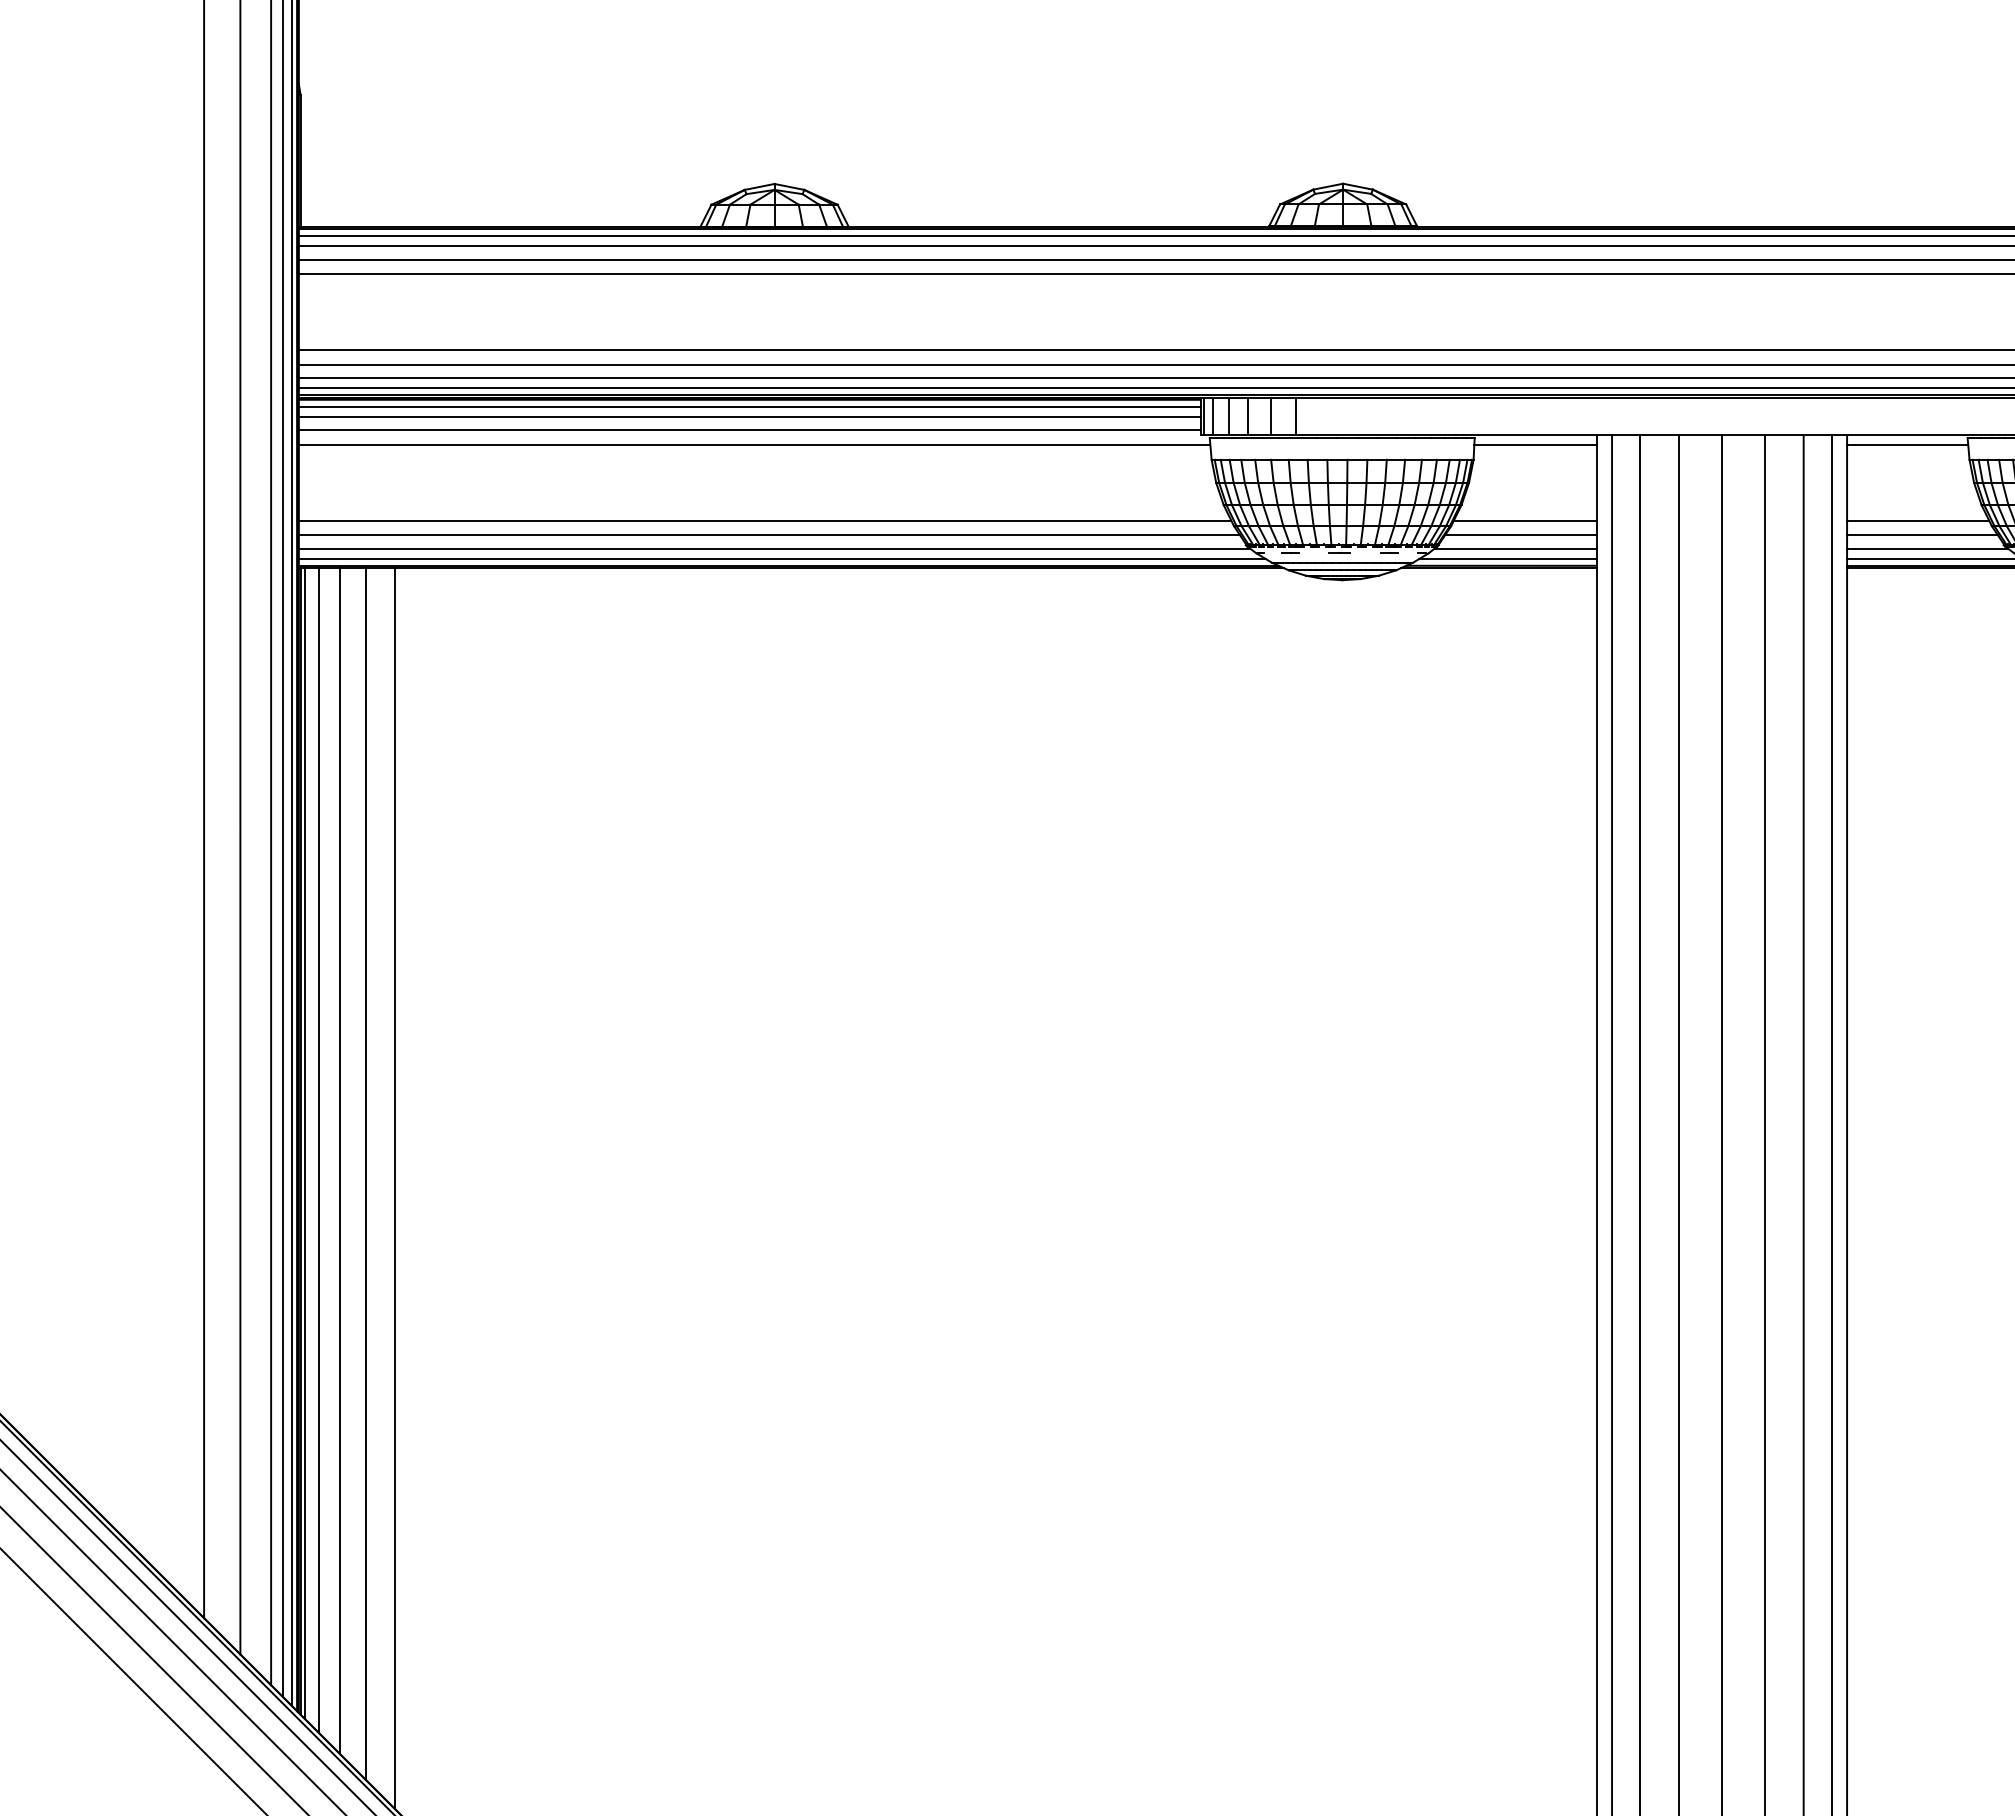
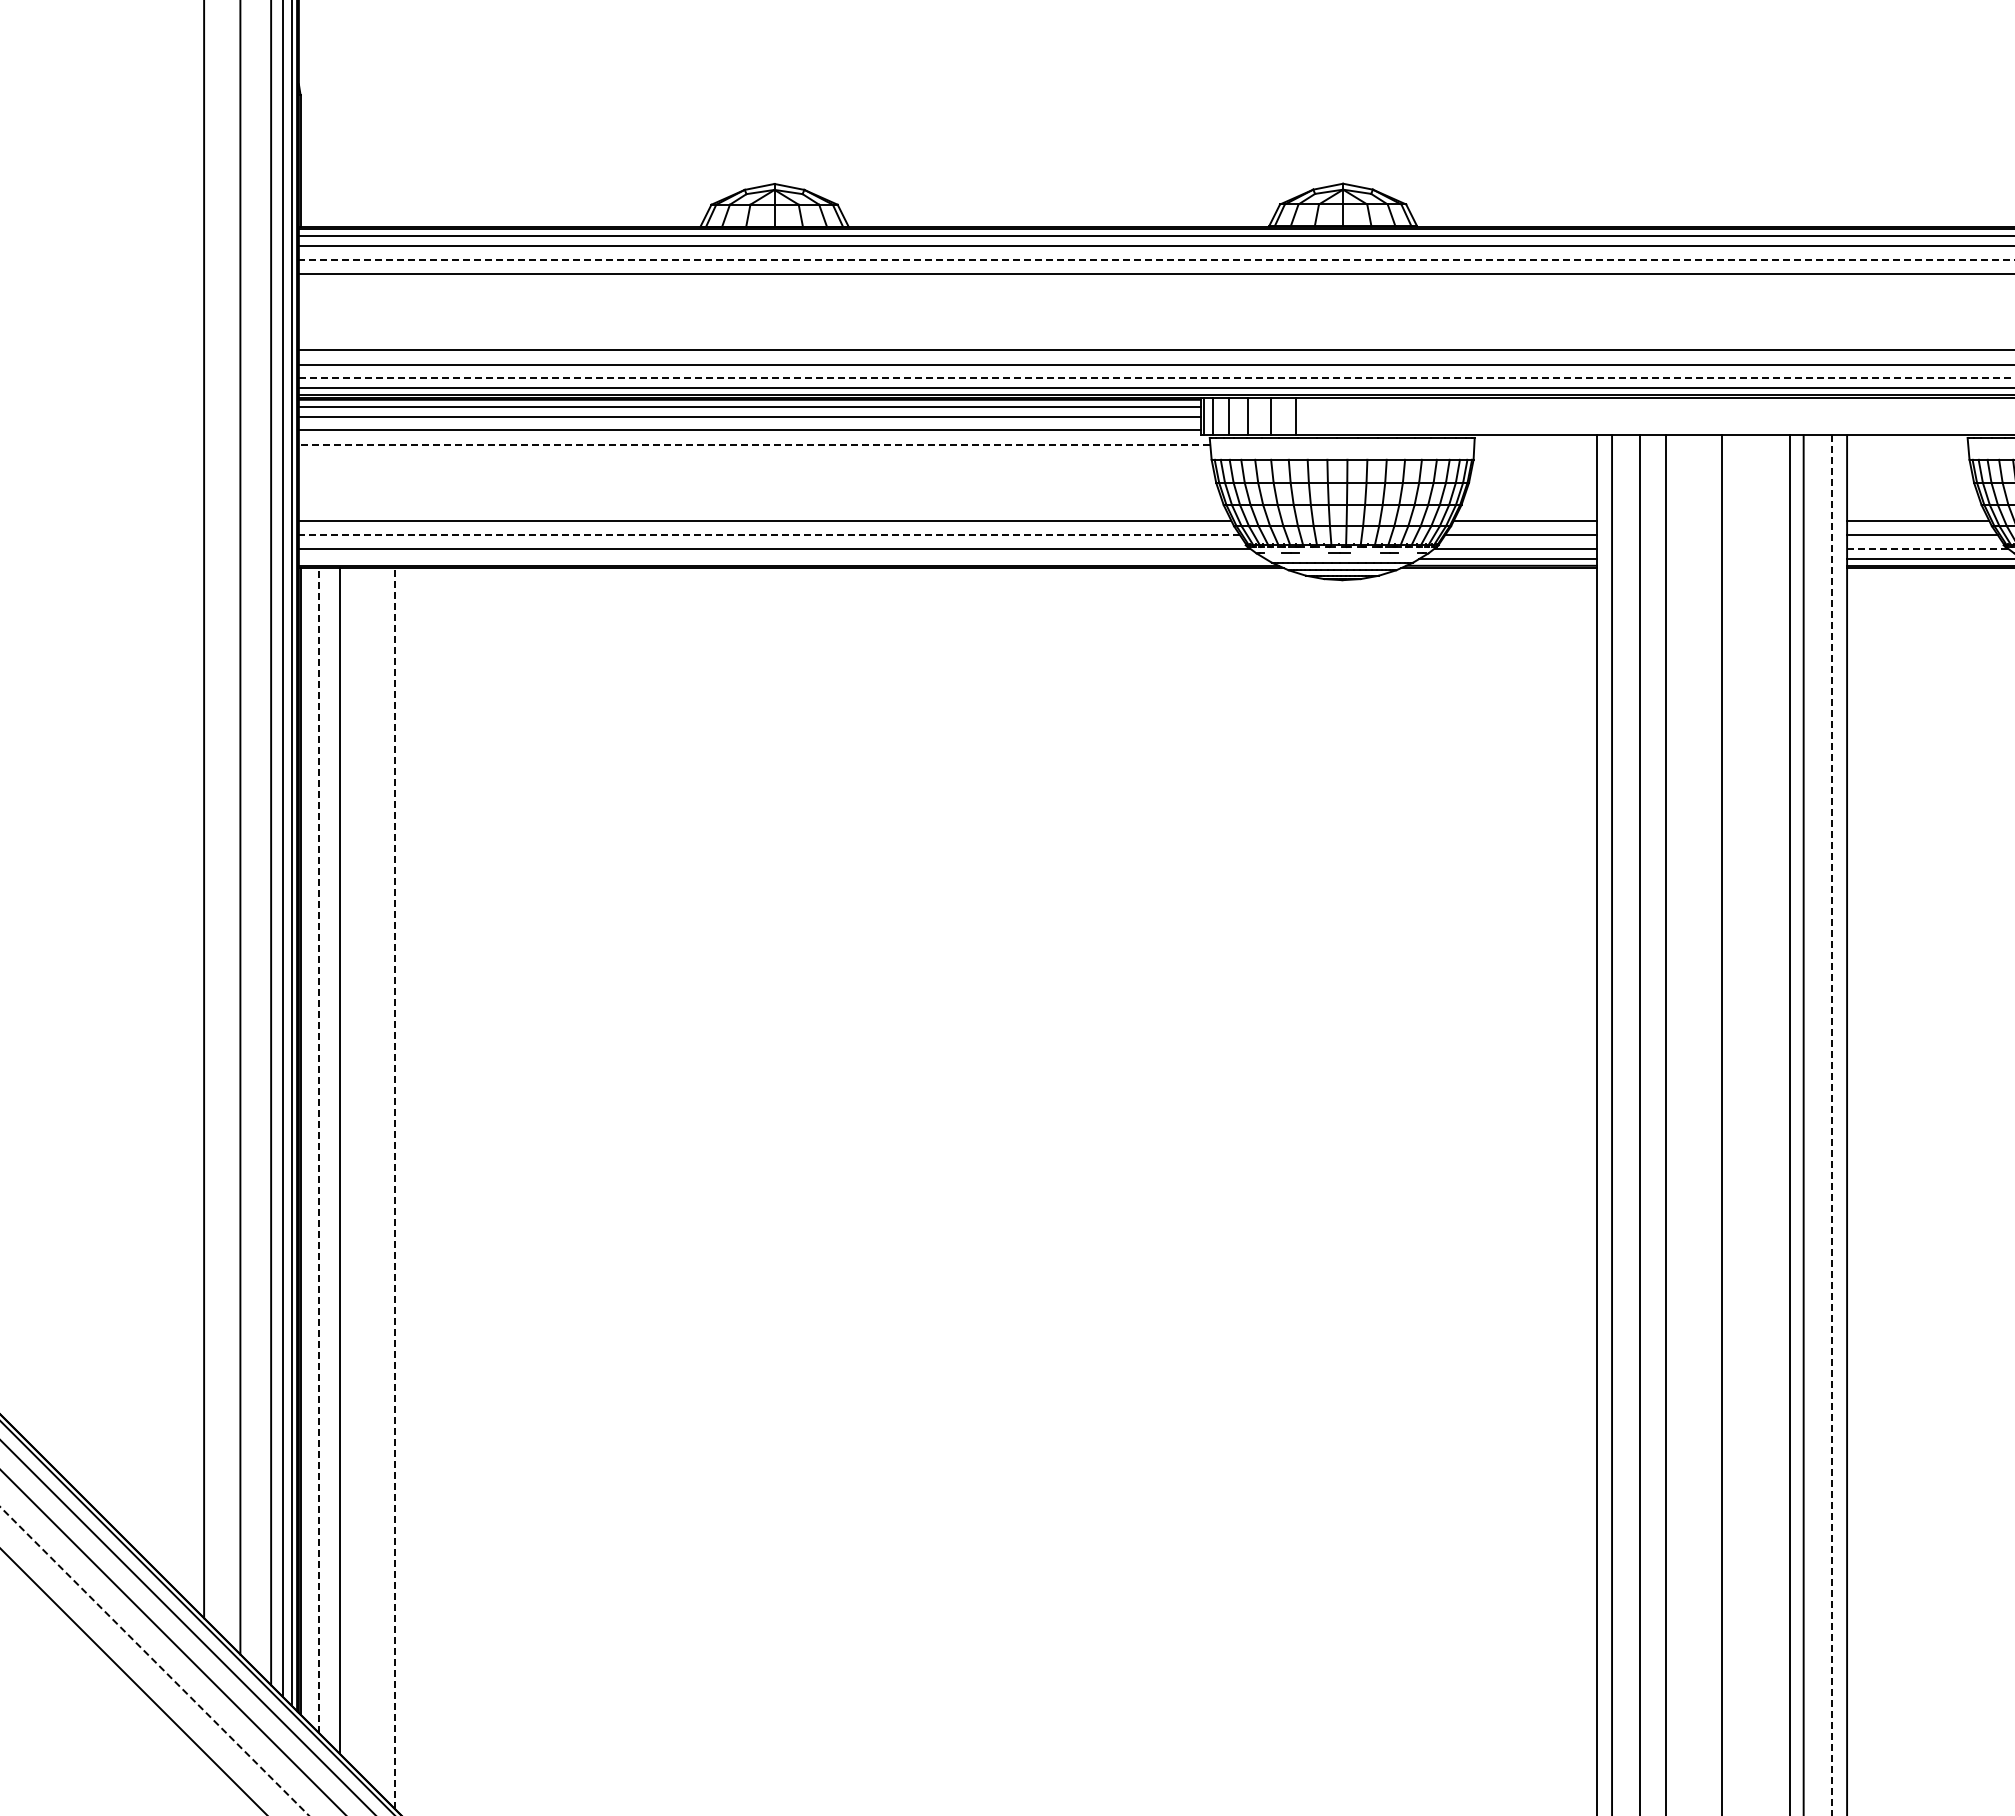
line at (1156, 259): solid -> dashed
line at (1156, 378): solid -> dashed
line at (754, 444): solid -> dashed
line at (1535, 444): present -> none
line at (1907, 444): present -> none
line at (769, 535): solid -> dashed
line at (1927, 548): solid -> dashed
line at (781, 559): present -> none
line at (1678, 1123) position: (1678, 1123) -> (1665, 1123)
line at (1765, 1123) position: (1765, 1123) -> (1790, 1123)
line at (1832, 1125): solid -> dashed
line at (305, 1143): present -> none
line at (318, 1149): solid -> dashed
line at (365, 1174): present -> none
line at (395, 1188): solid -> dashed
line at (154, 1660): solid -> dashed
